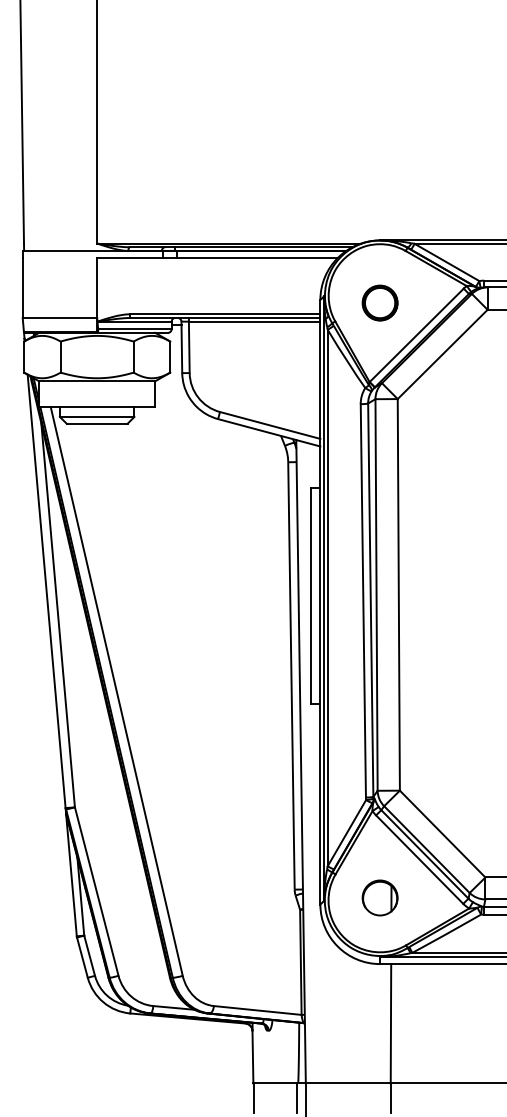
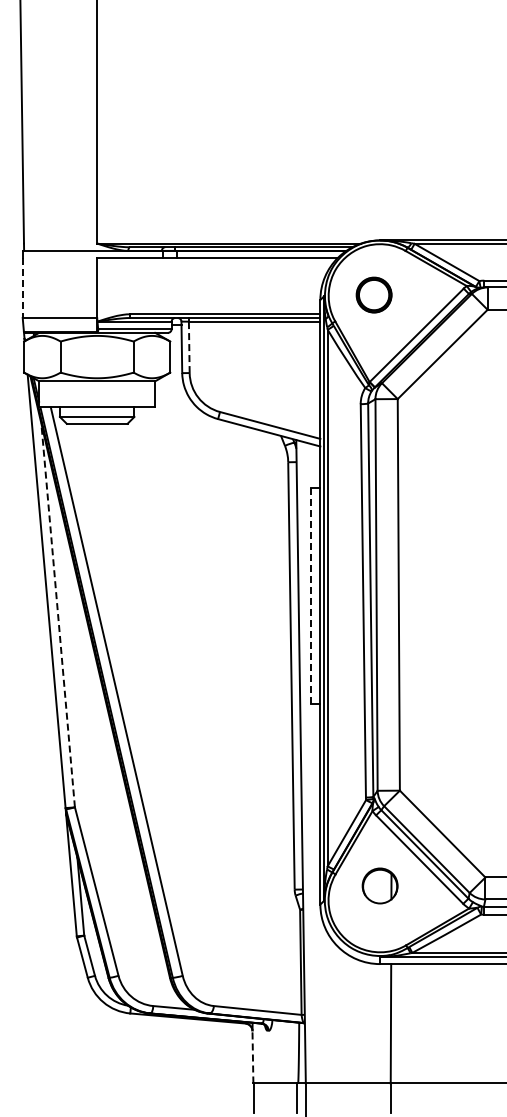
line at (22, 288): solid -> dashed
part at (379, 302) position: (379, 302) -> (373, 294)
line at (189, 347): solid -> dashed
line at (310, 595): solid -> dashed
line at (58, 615): solid -> dashed
part at (379, 897) position: (379, 897) -> (379, 885)
line at (252, 1056): solid -> dashed
